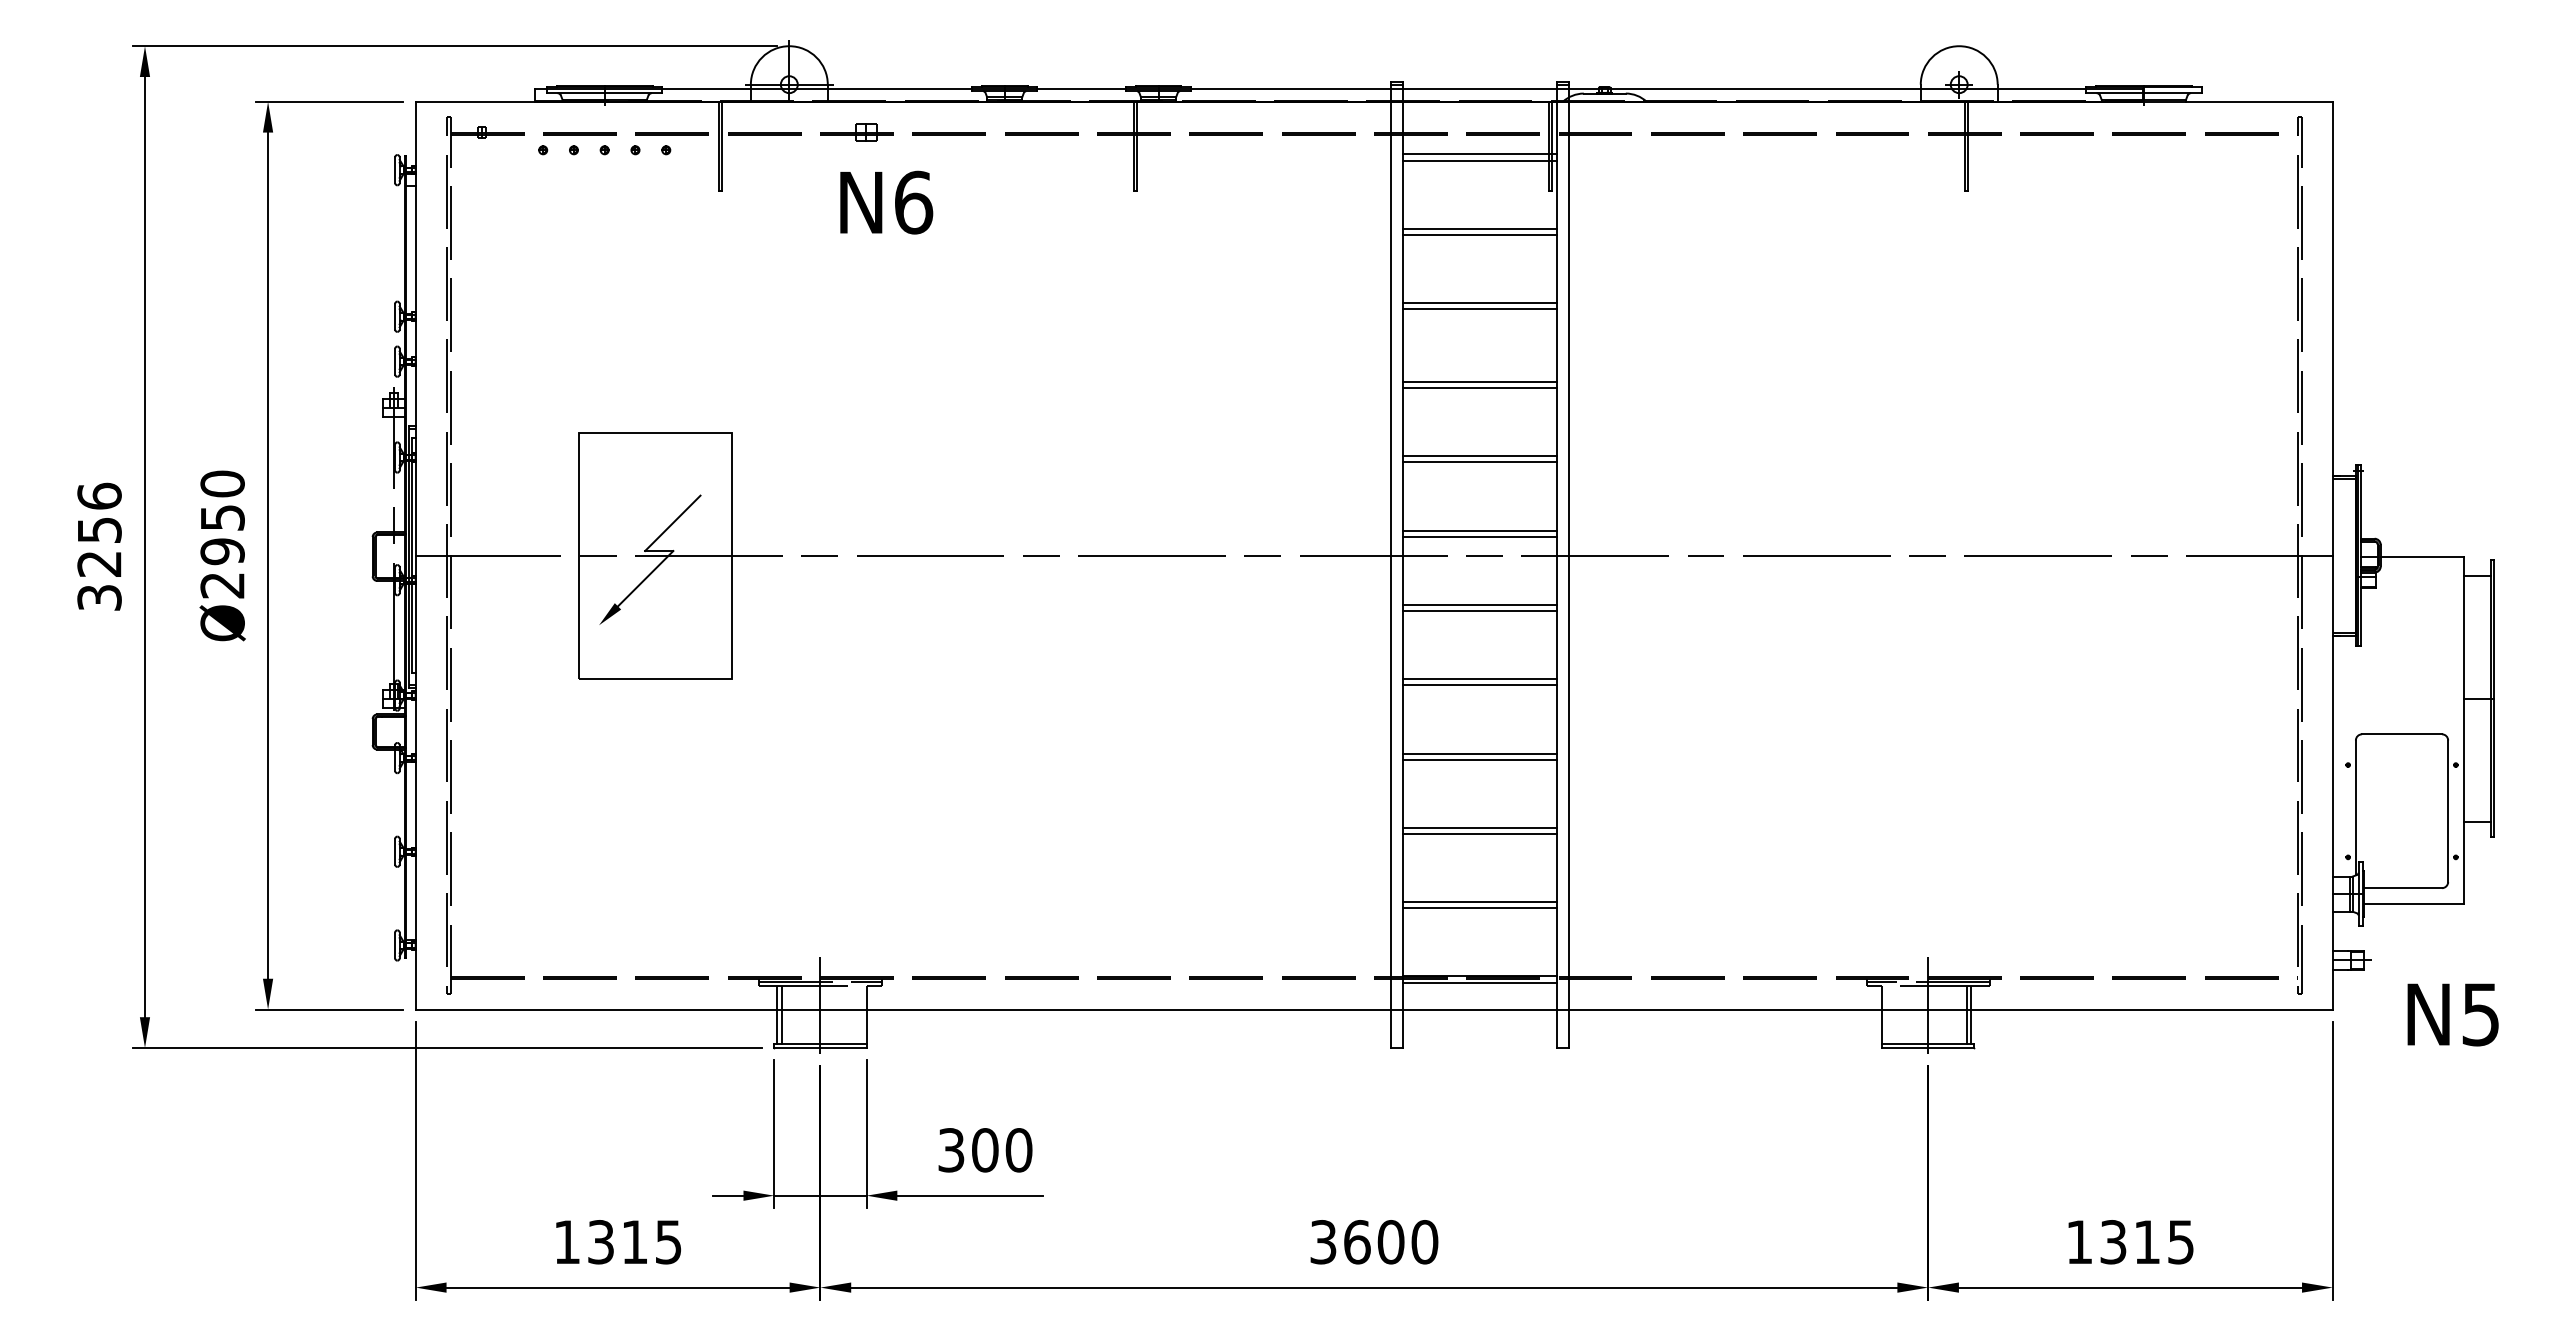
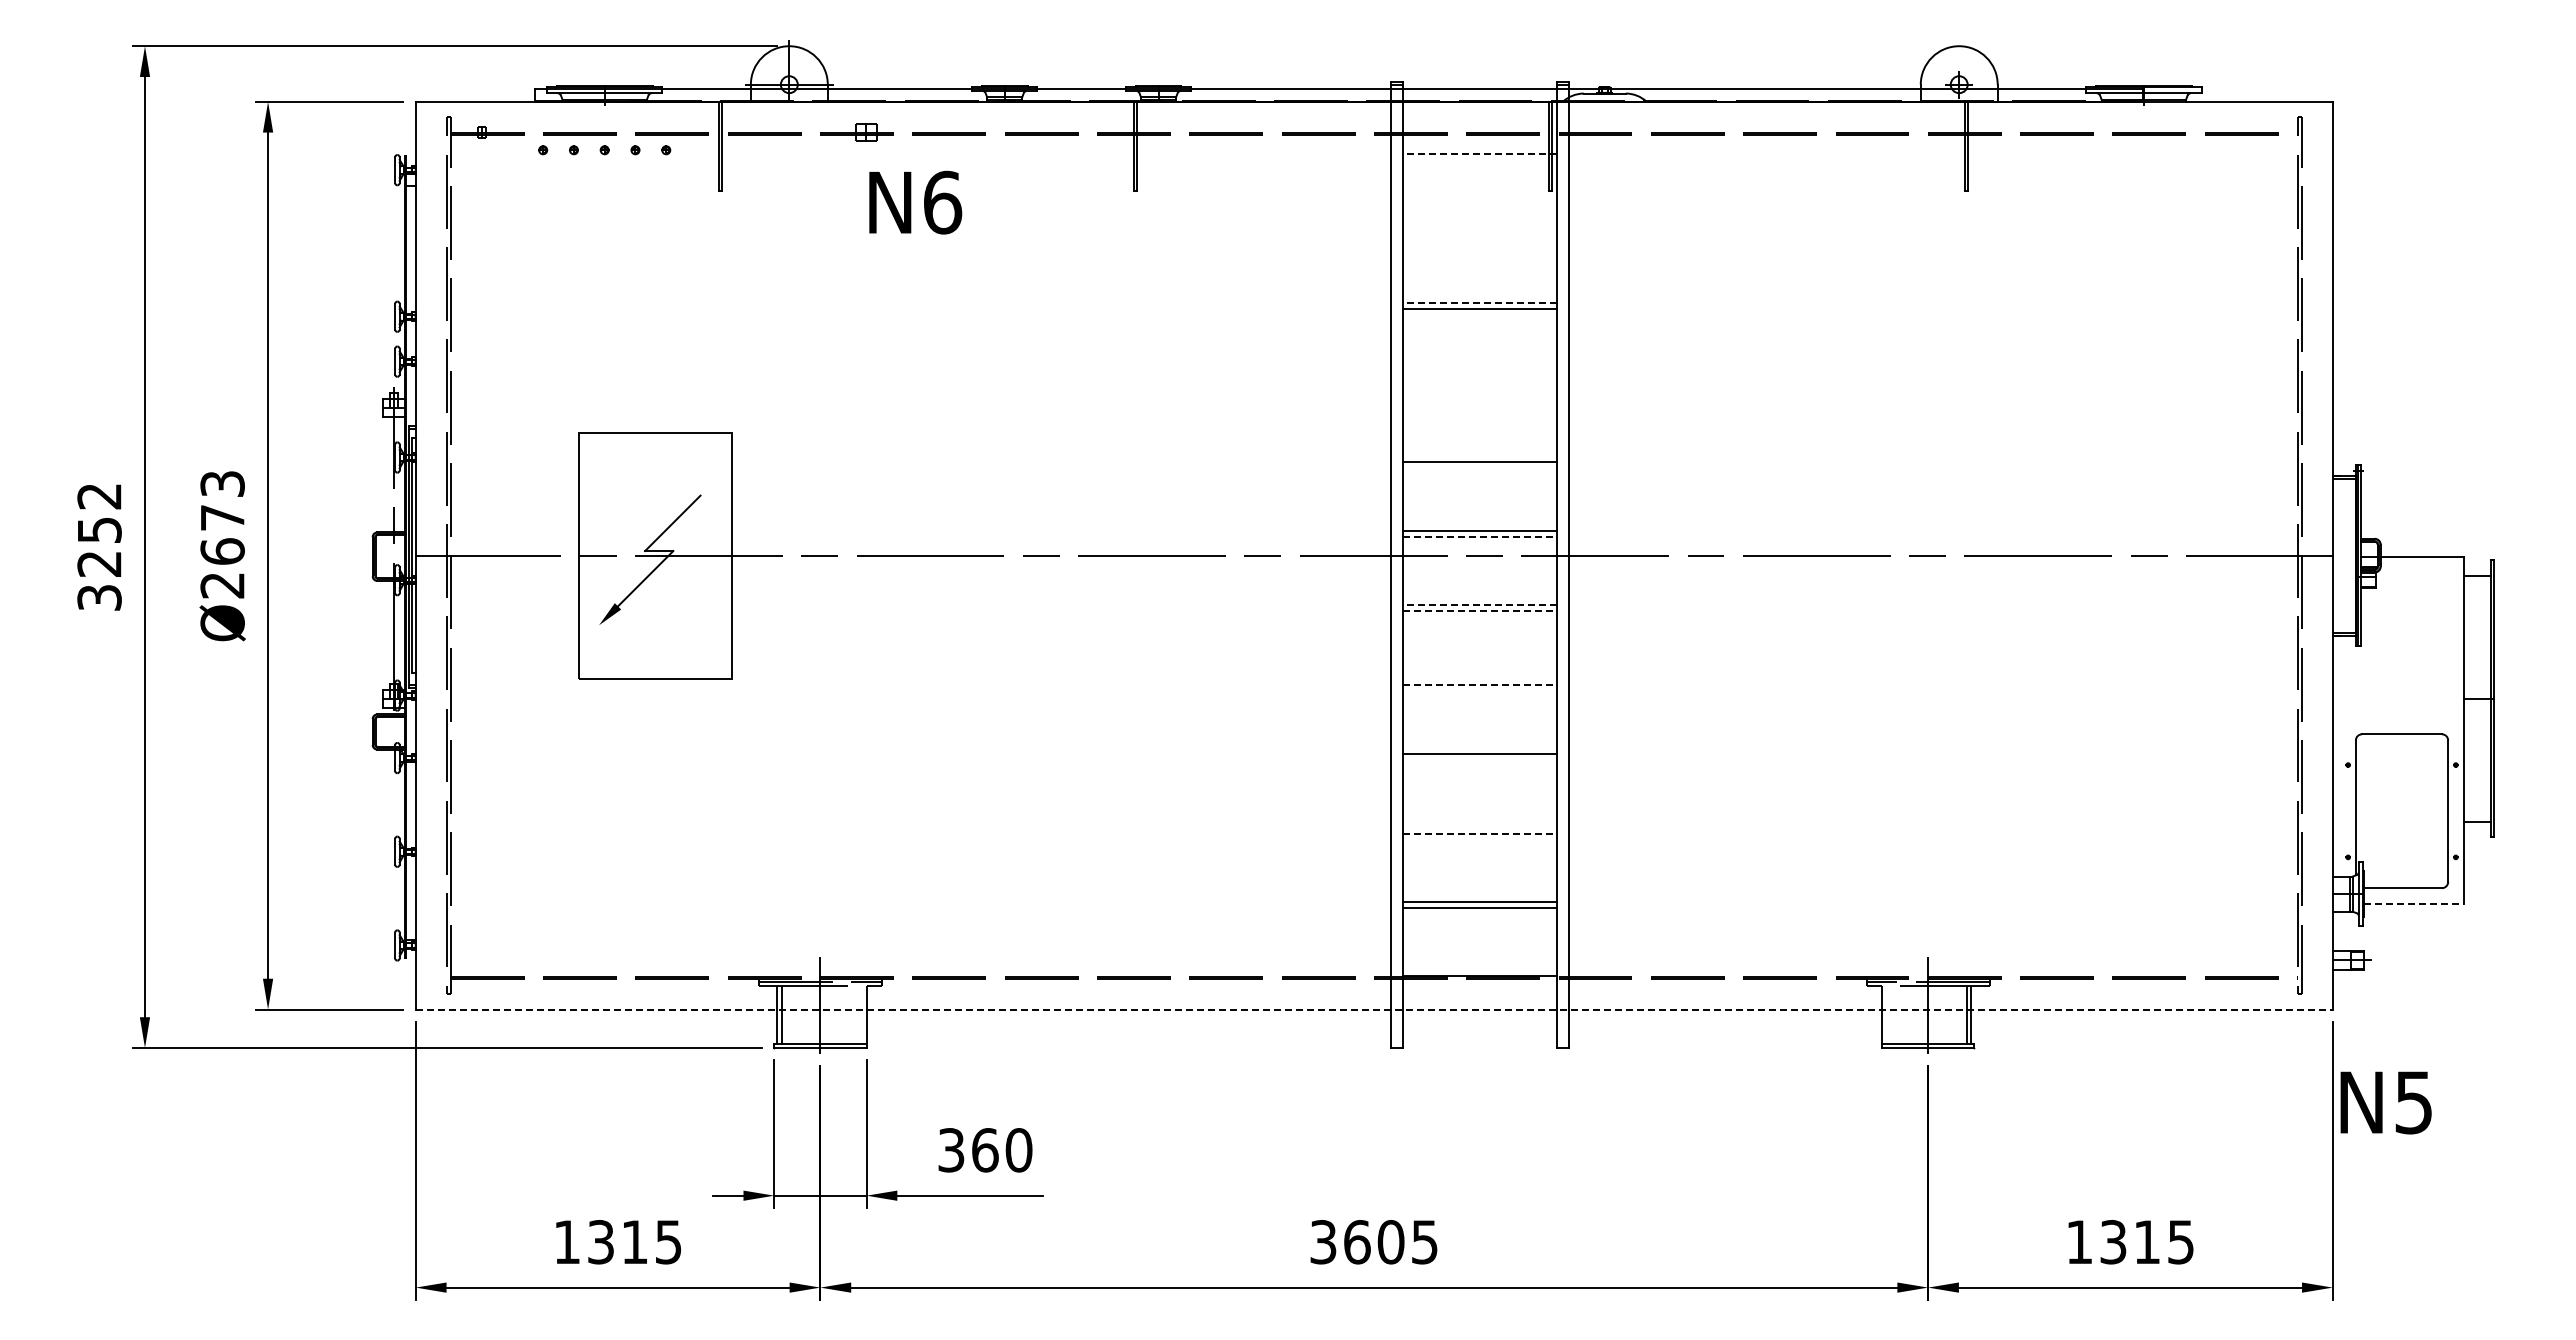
line at (1480, 154): solid -> dashed
line at (1480, 160): present -> none
text at (886, 202) position: (886, 202) -> (915, 202)
line at (1480, 228): present -> none
line at (1480, 234): present -> none
line at (1480, 302): solid -> dashed
line at (1480, 382): present -> none
line at (1480, 388): present -> none
line at (1480, 456): present -> none
text at (99, 495): 3256 -> 3252
text at (222, 517): Ø2950 -> Ø2673
line at (1480, 536): solid -> dashed
line at (1480, 604): solid -> dashed
line at (1480, 611): solid -> dashed
line at (1480, 679): present -> none
line at (1480, 685): solid -> dashed
line at (1480, 759): present -> none
line at (1480, 827): present -> none
line at (1480, 834): solid -> dashed
line at (2414, 903): solid -> dashed
line at (1480, 982): present -> none
line at (1374, 1009): solid -> dashed
text at (2452, 1014) position: (2452, 1014) -> (2385, 1102)
text at (985, 1150): 300 -> 360
text at (1424, 1242): 3600 -> 3605
